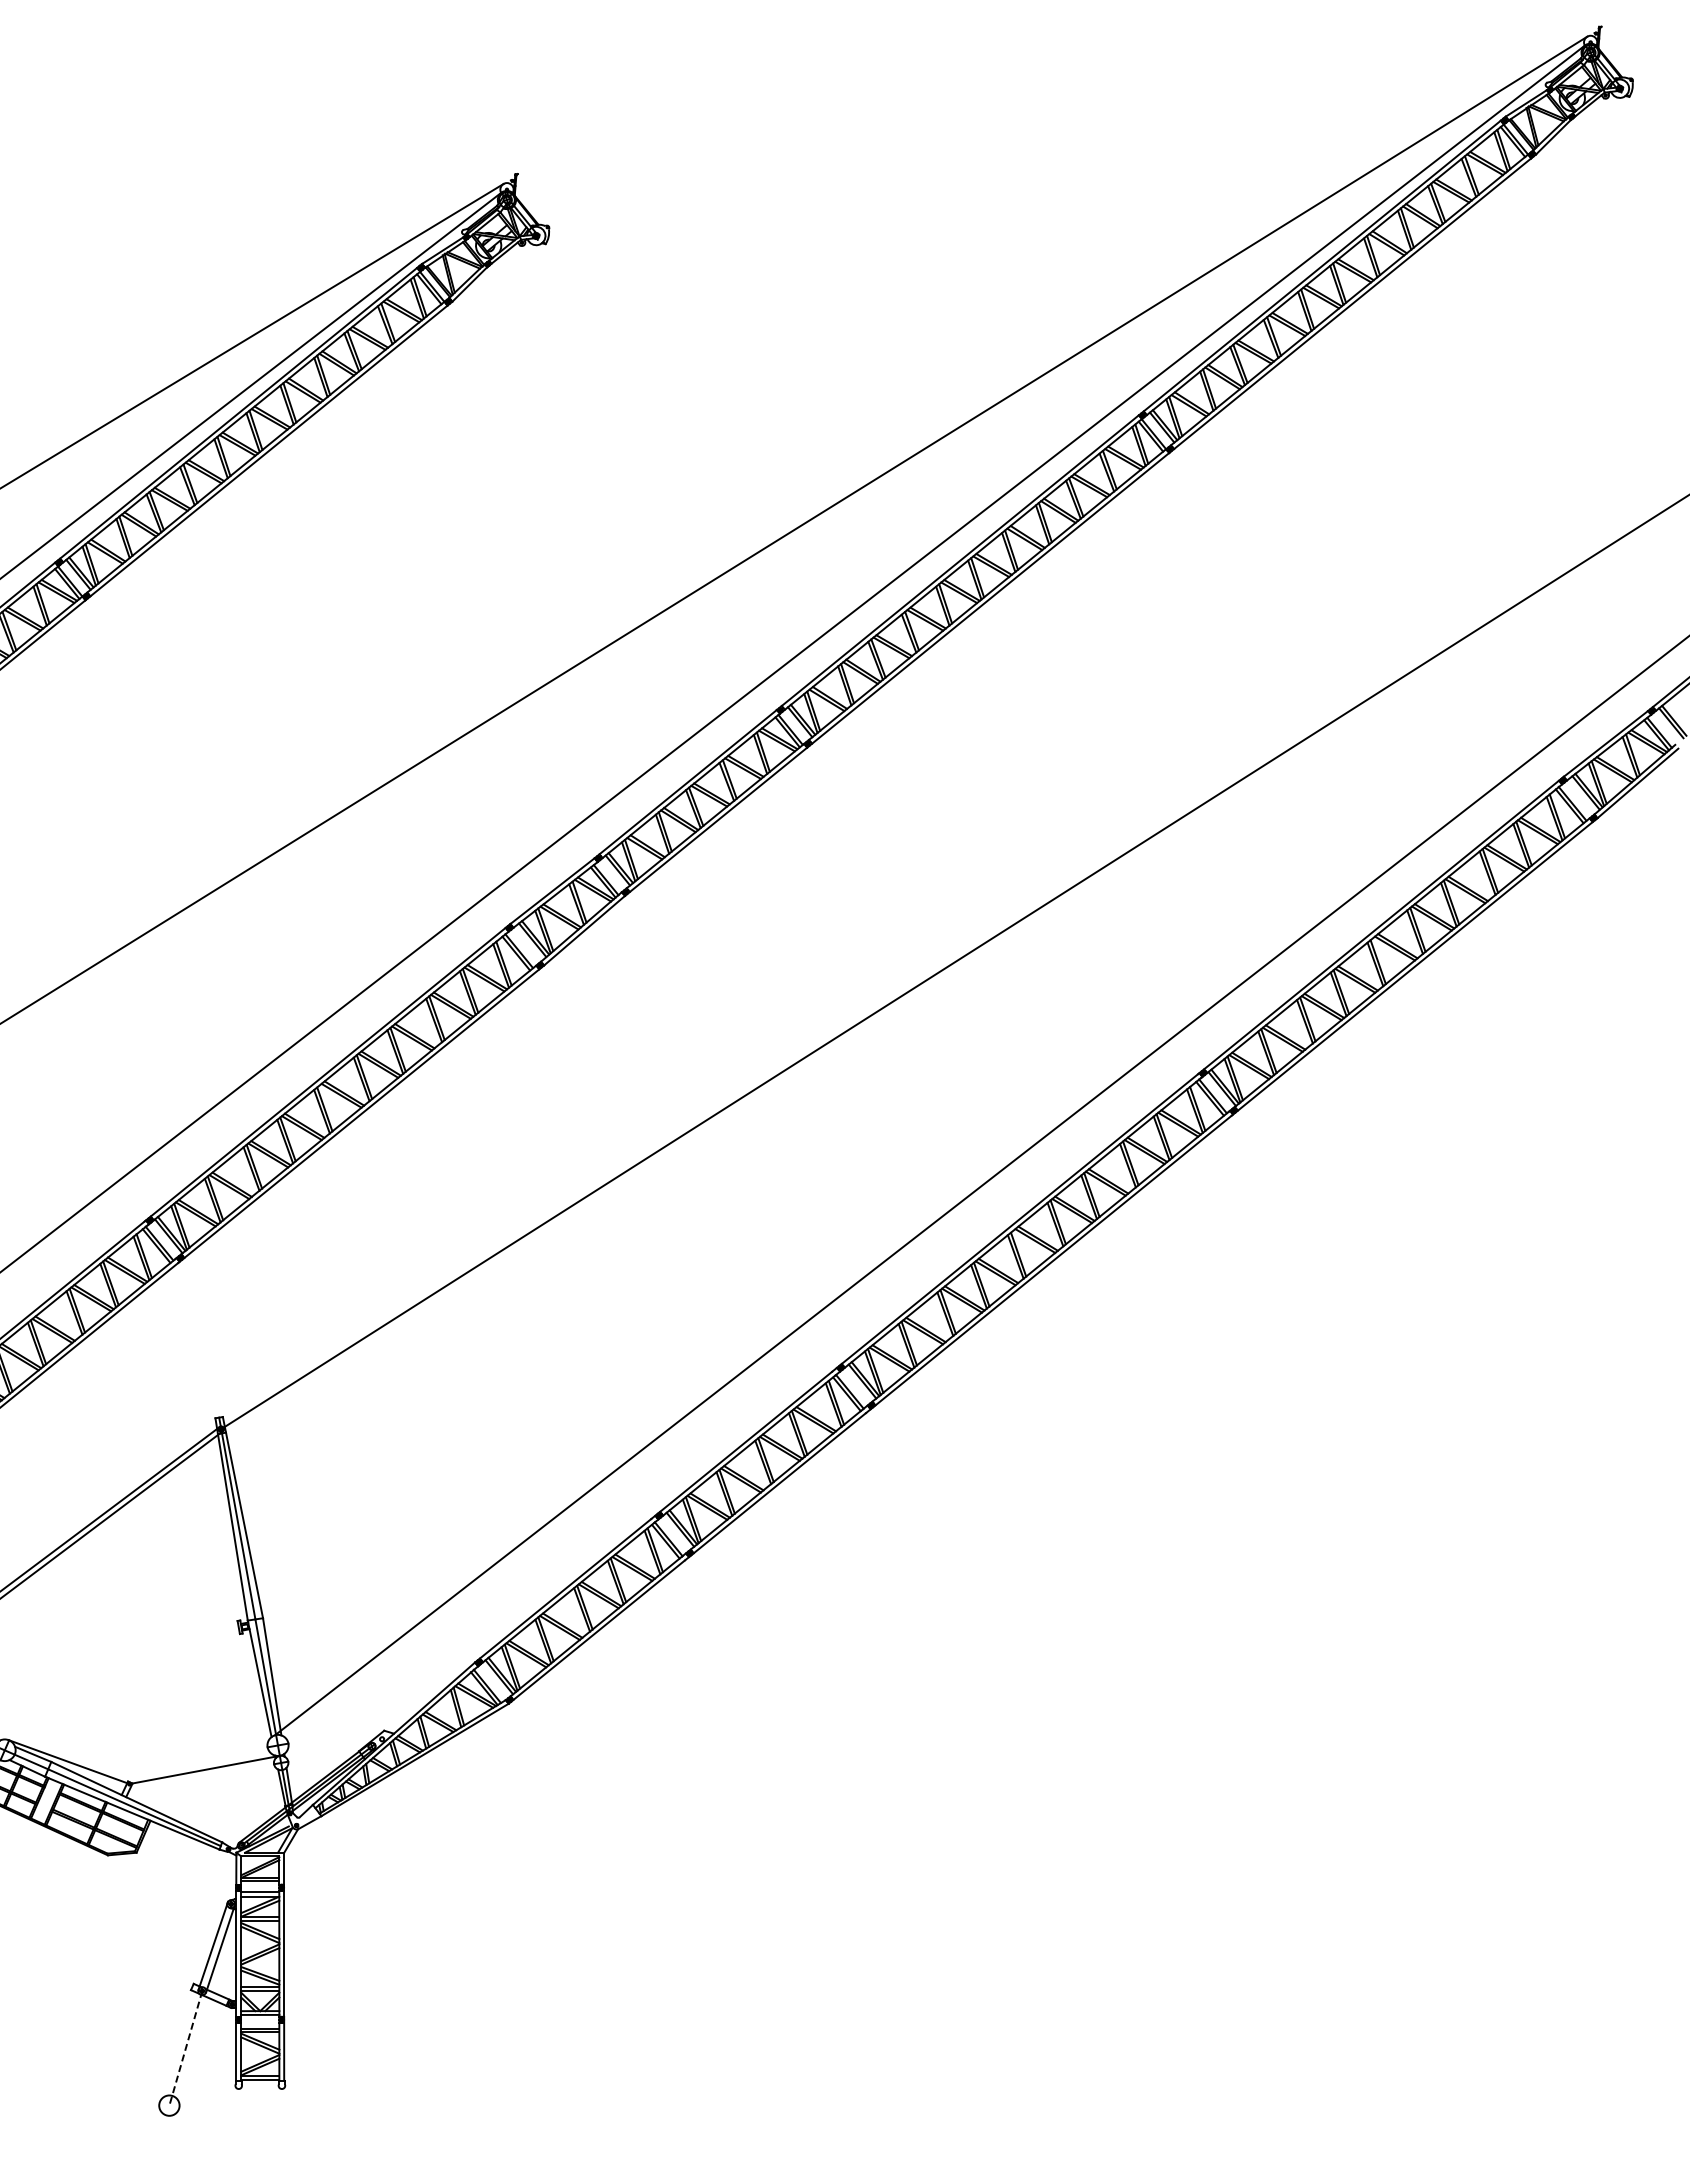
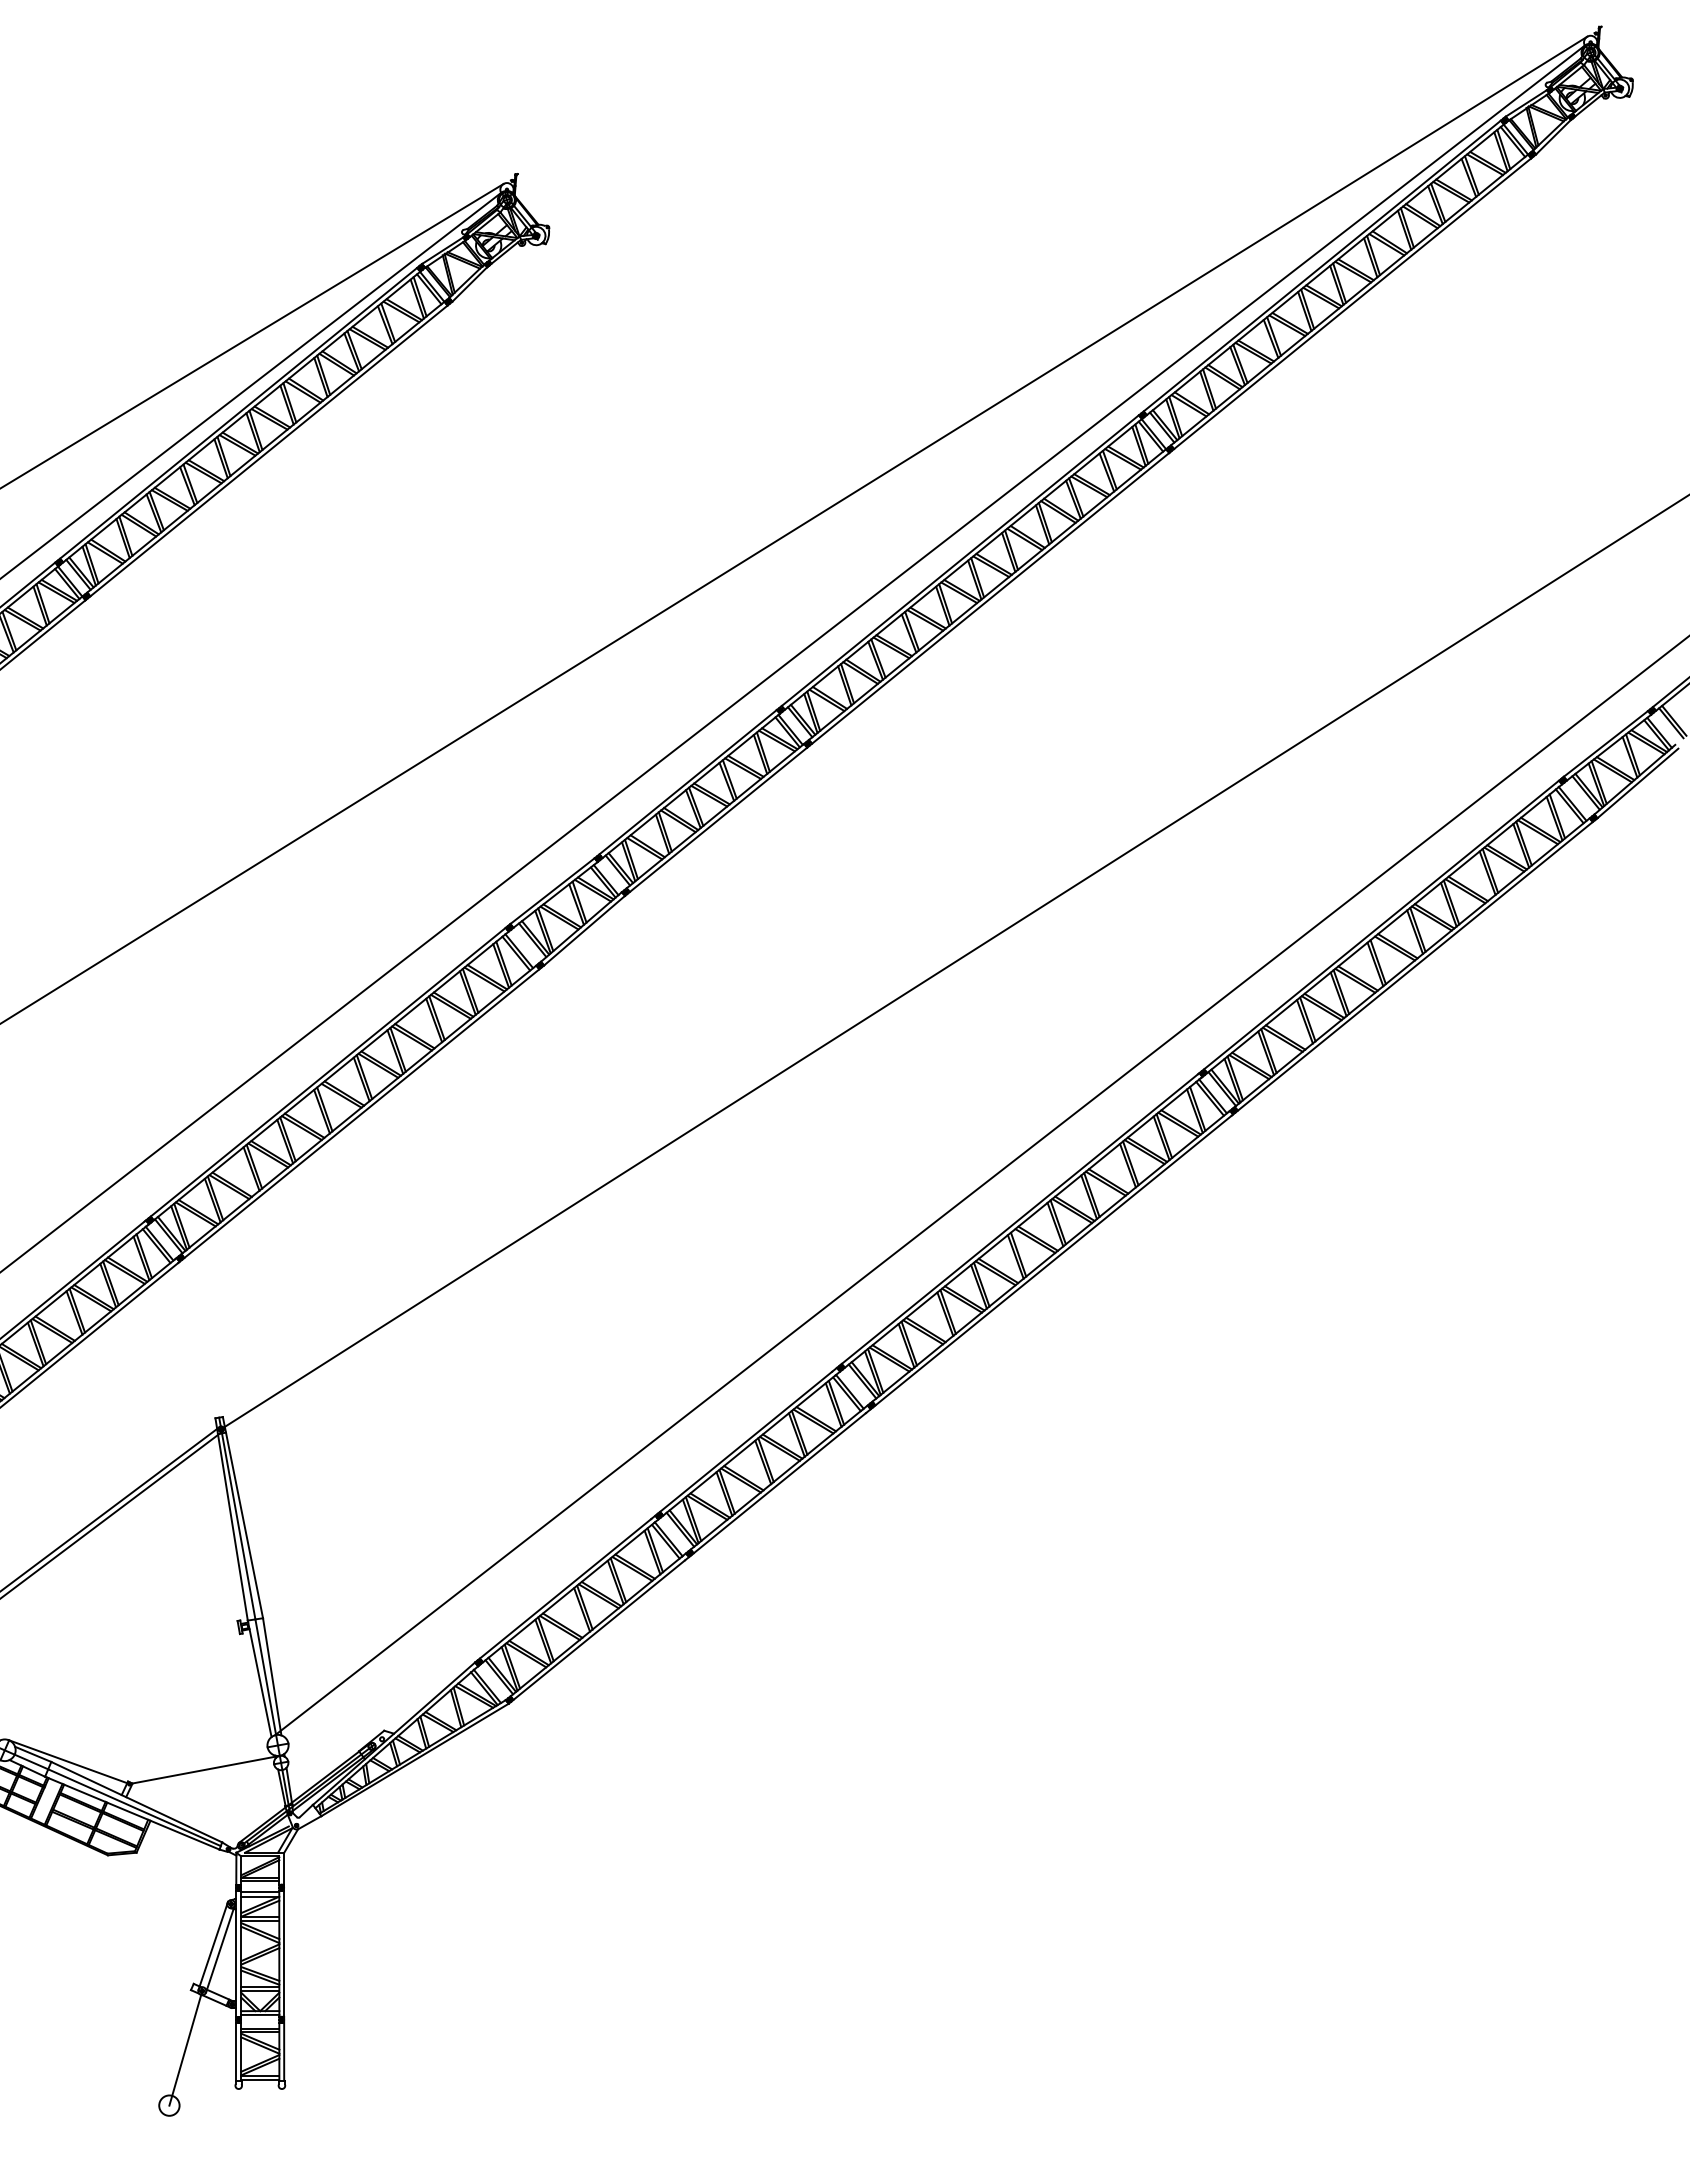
line at (185, 2048): dashed -> solid
